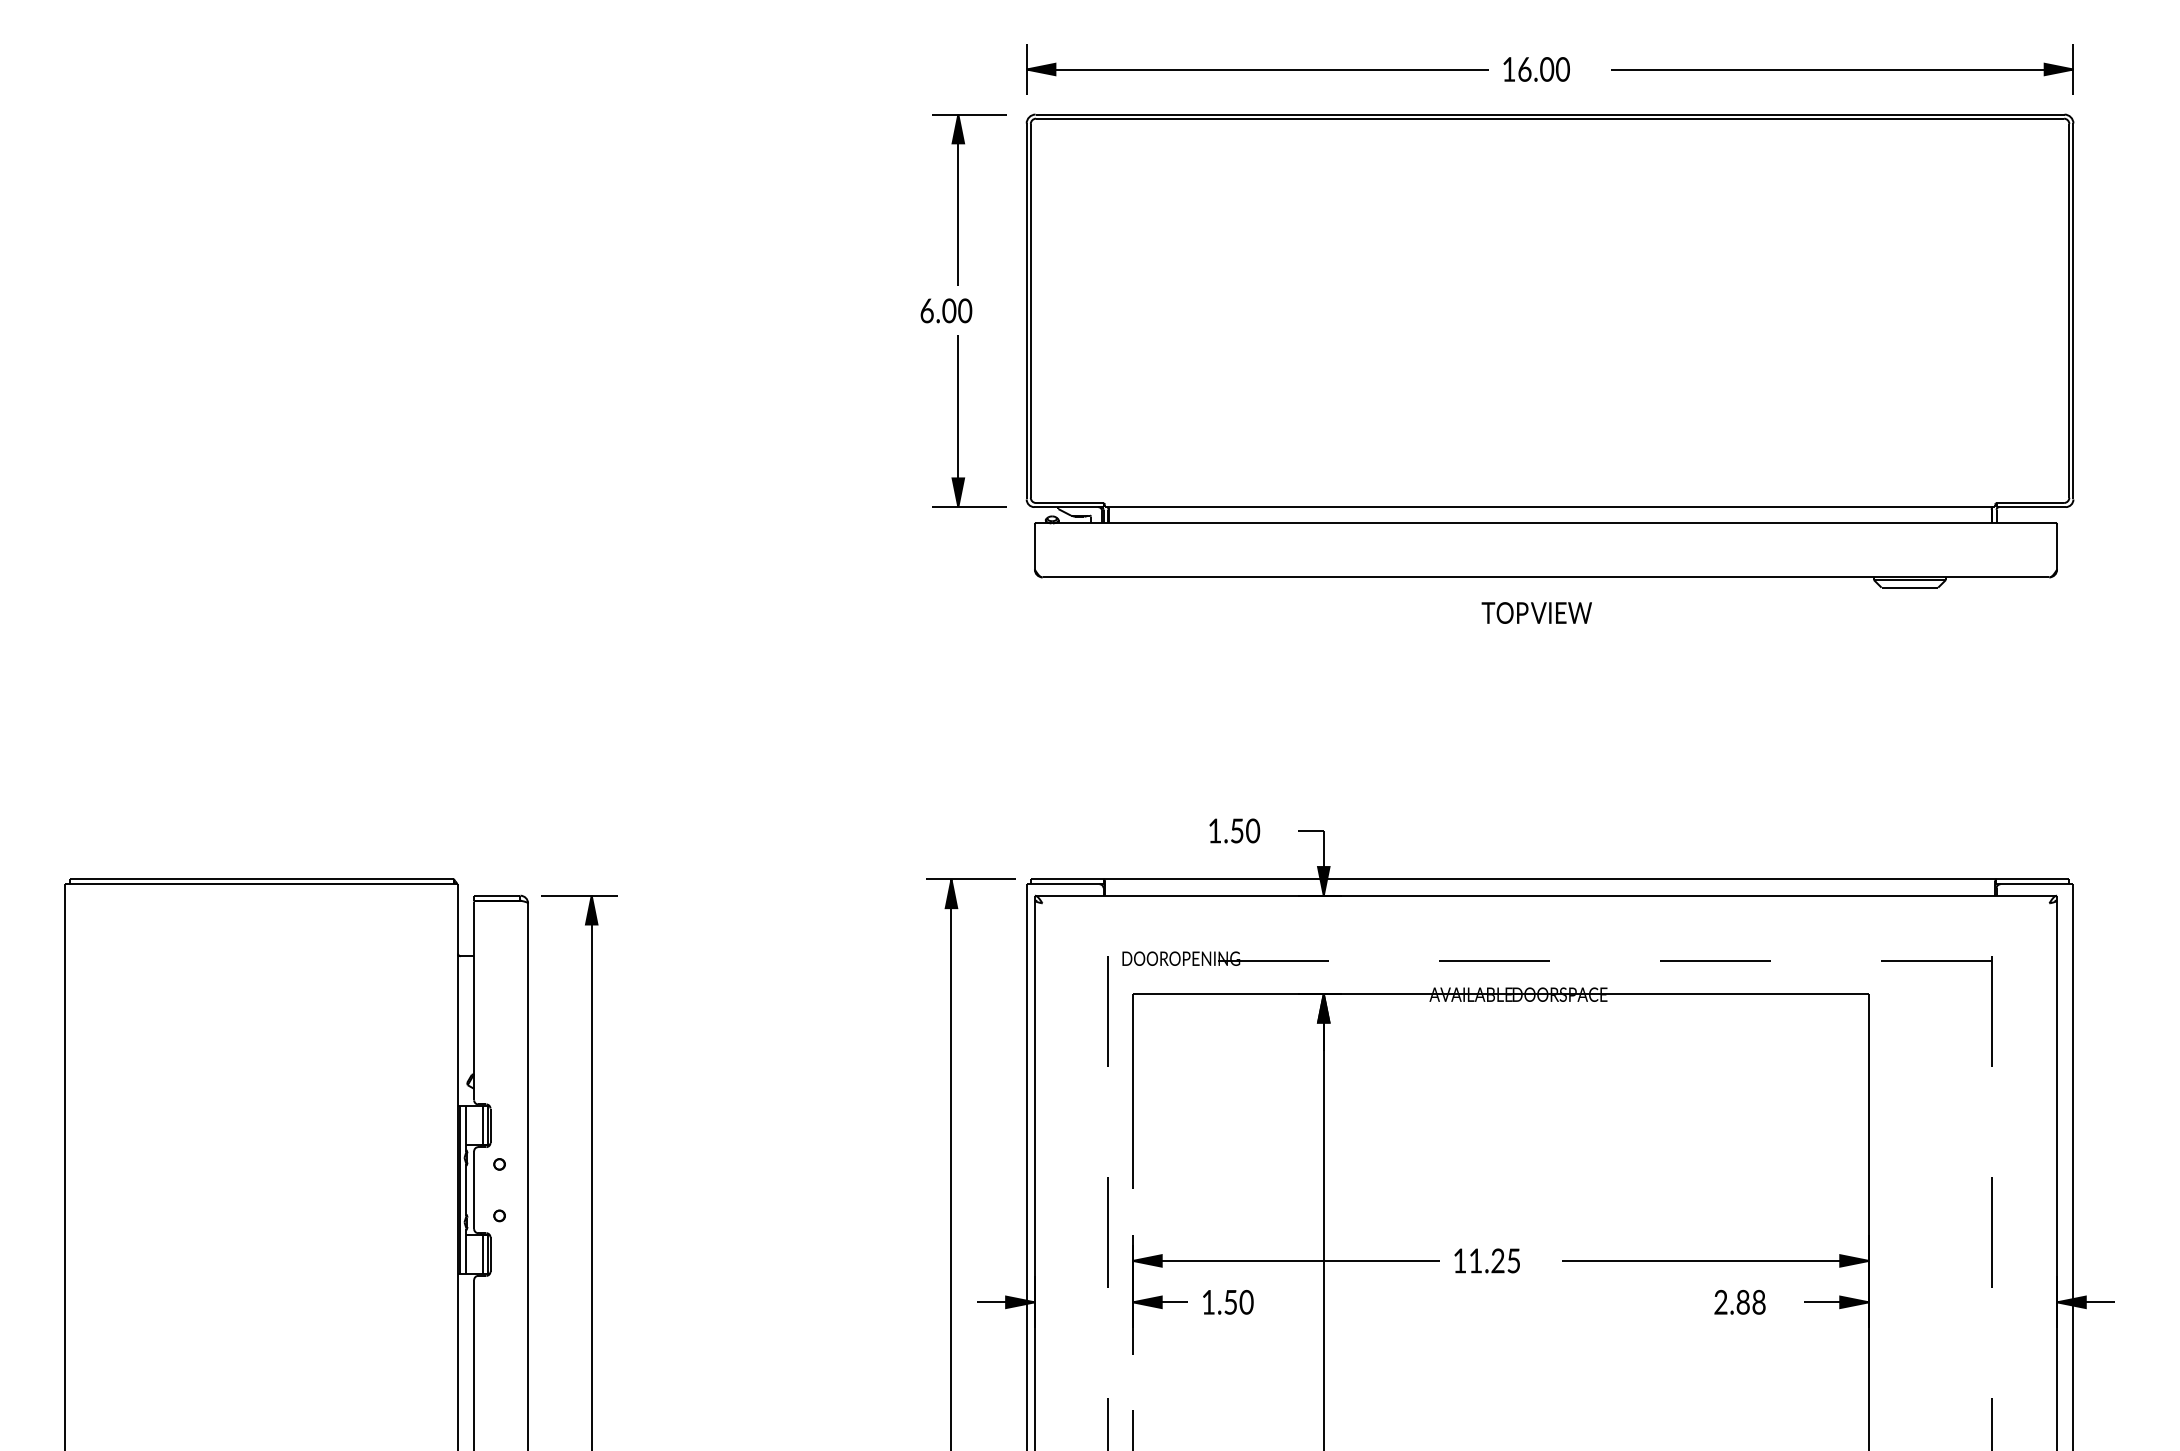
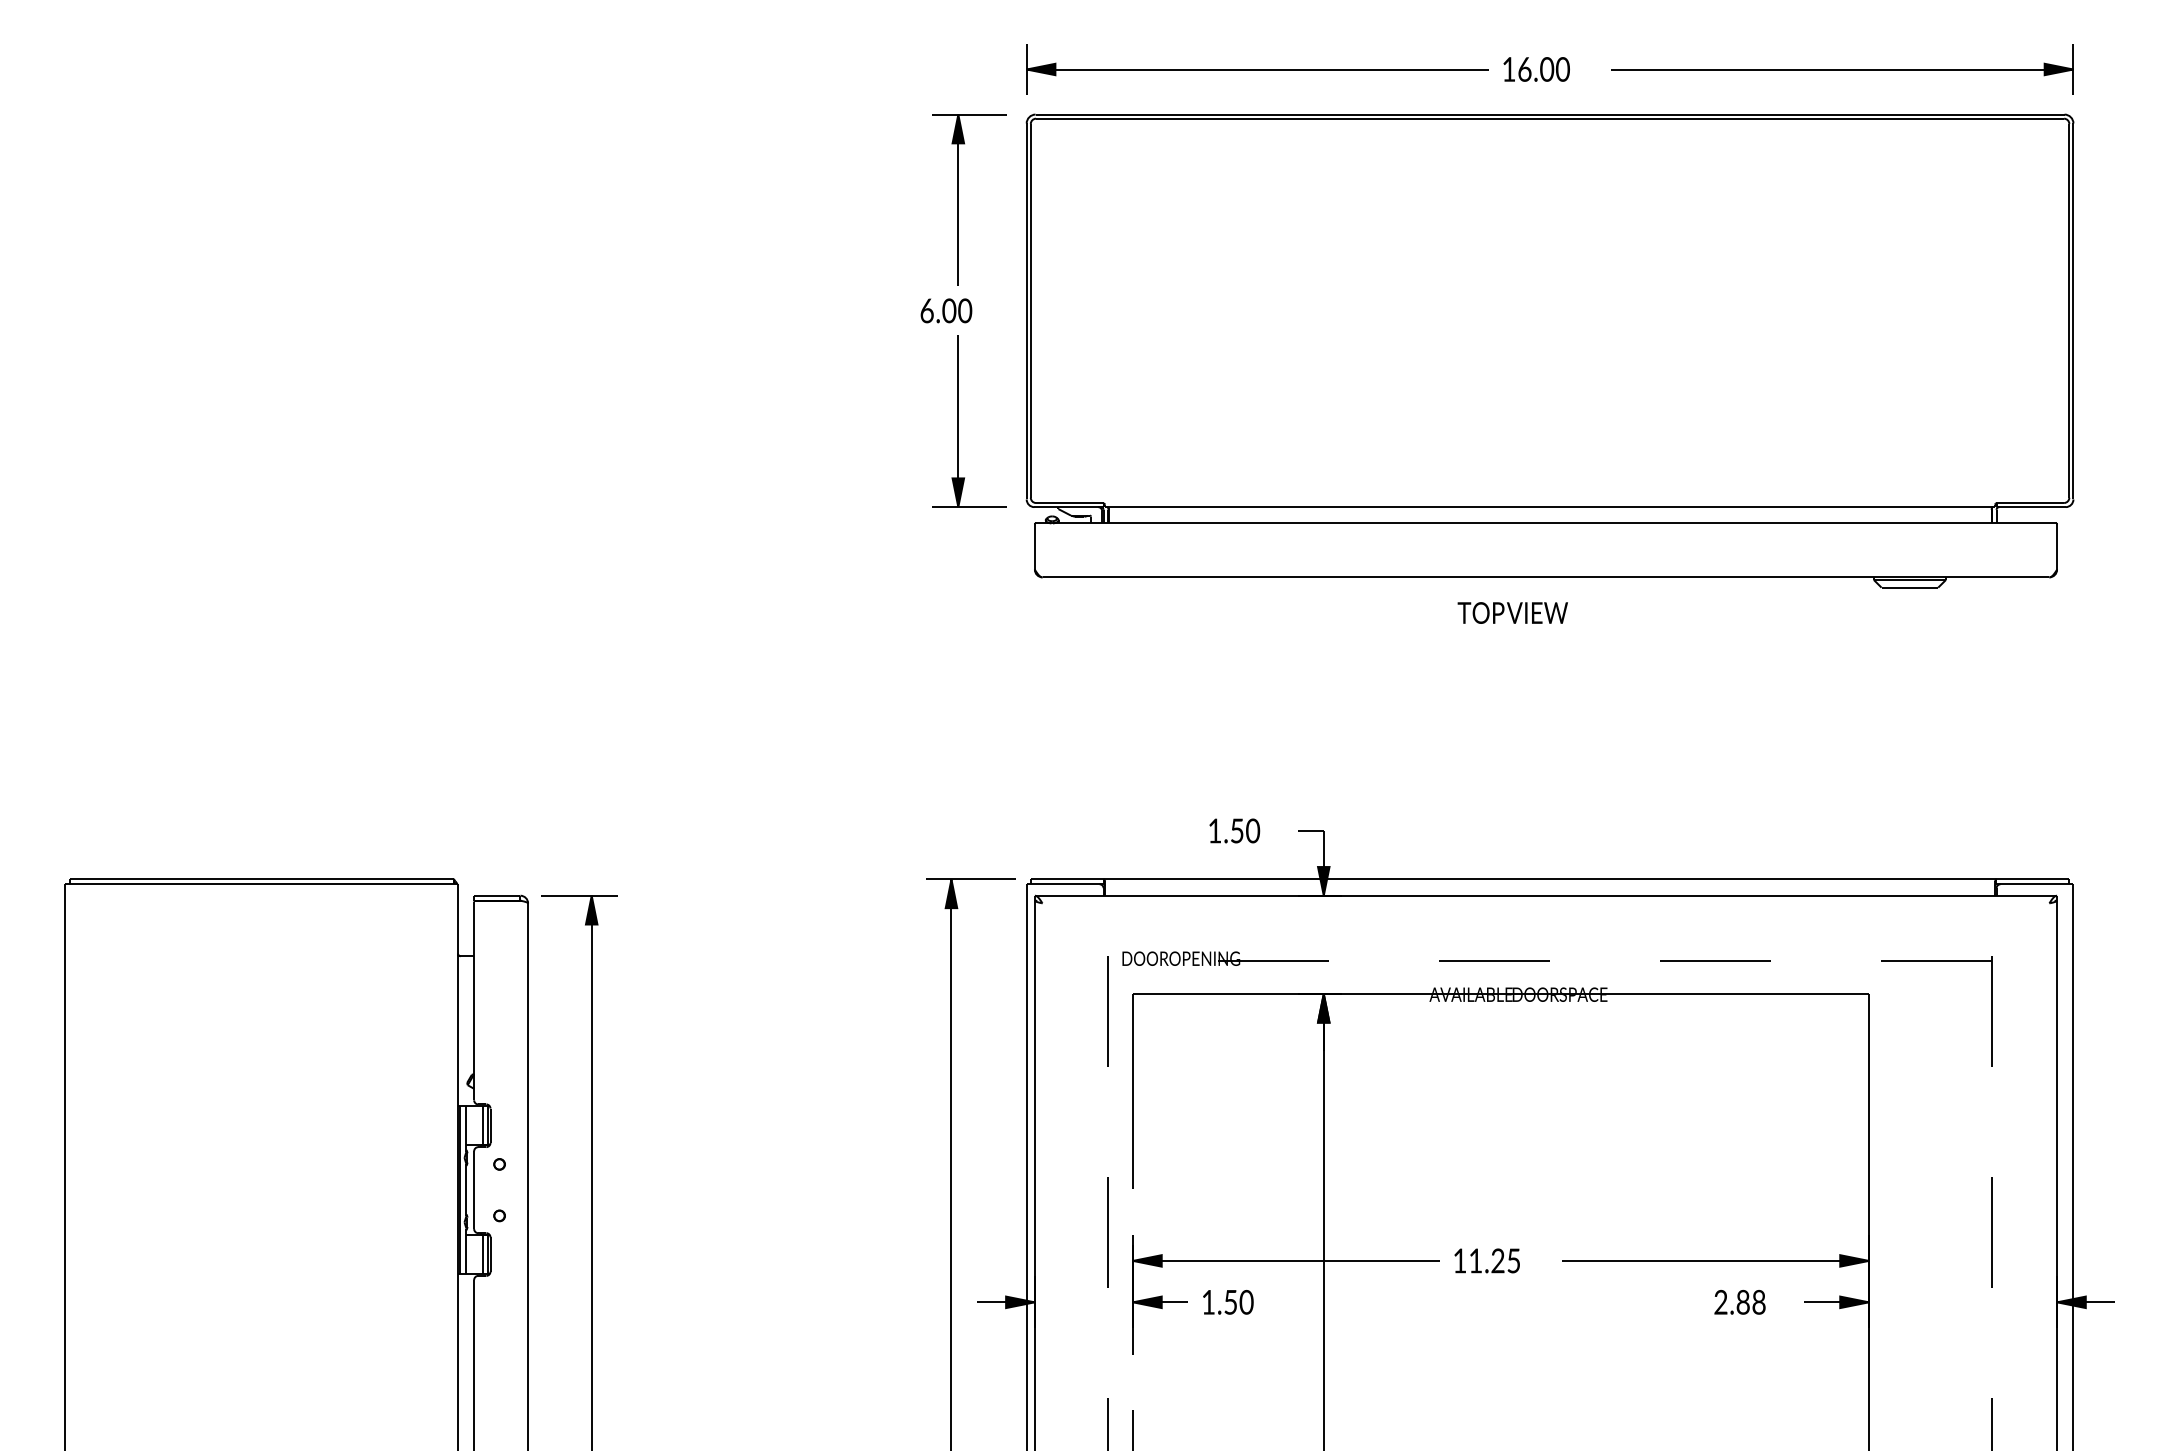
text at (1536, 612) position: (1536, 612) -> (1512, 612)
